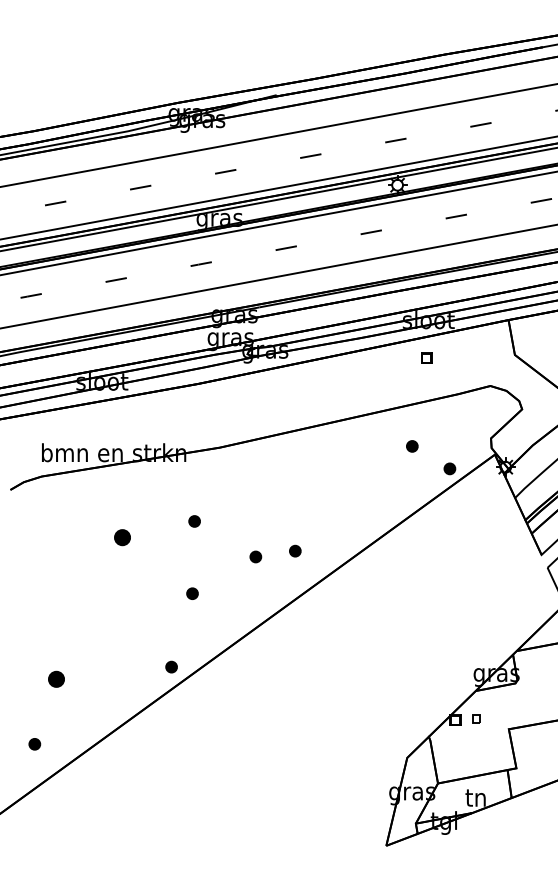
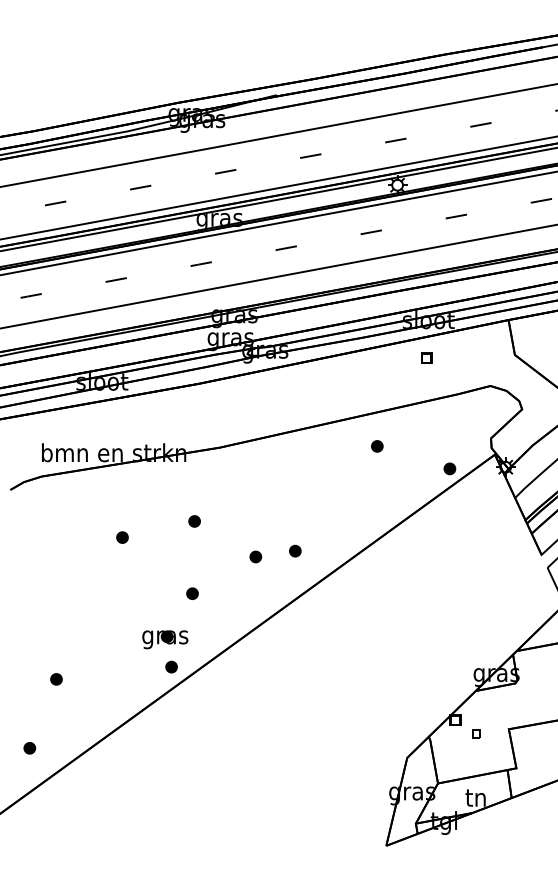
part at (412, 446) position: (412, 446) -> (377, 446)
part at (122, 537) size: 17x18 px -> 13x13 px
part at (165, 639): none -> present
part at (56, 678) size: 17x18 px -> 13x13 px
part at (476, 718) position: (476, 718) -> (476, 733)
part at (34, 744) position: (34, 744) -> (29, 748)
